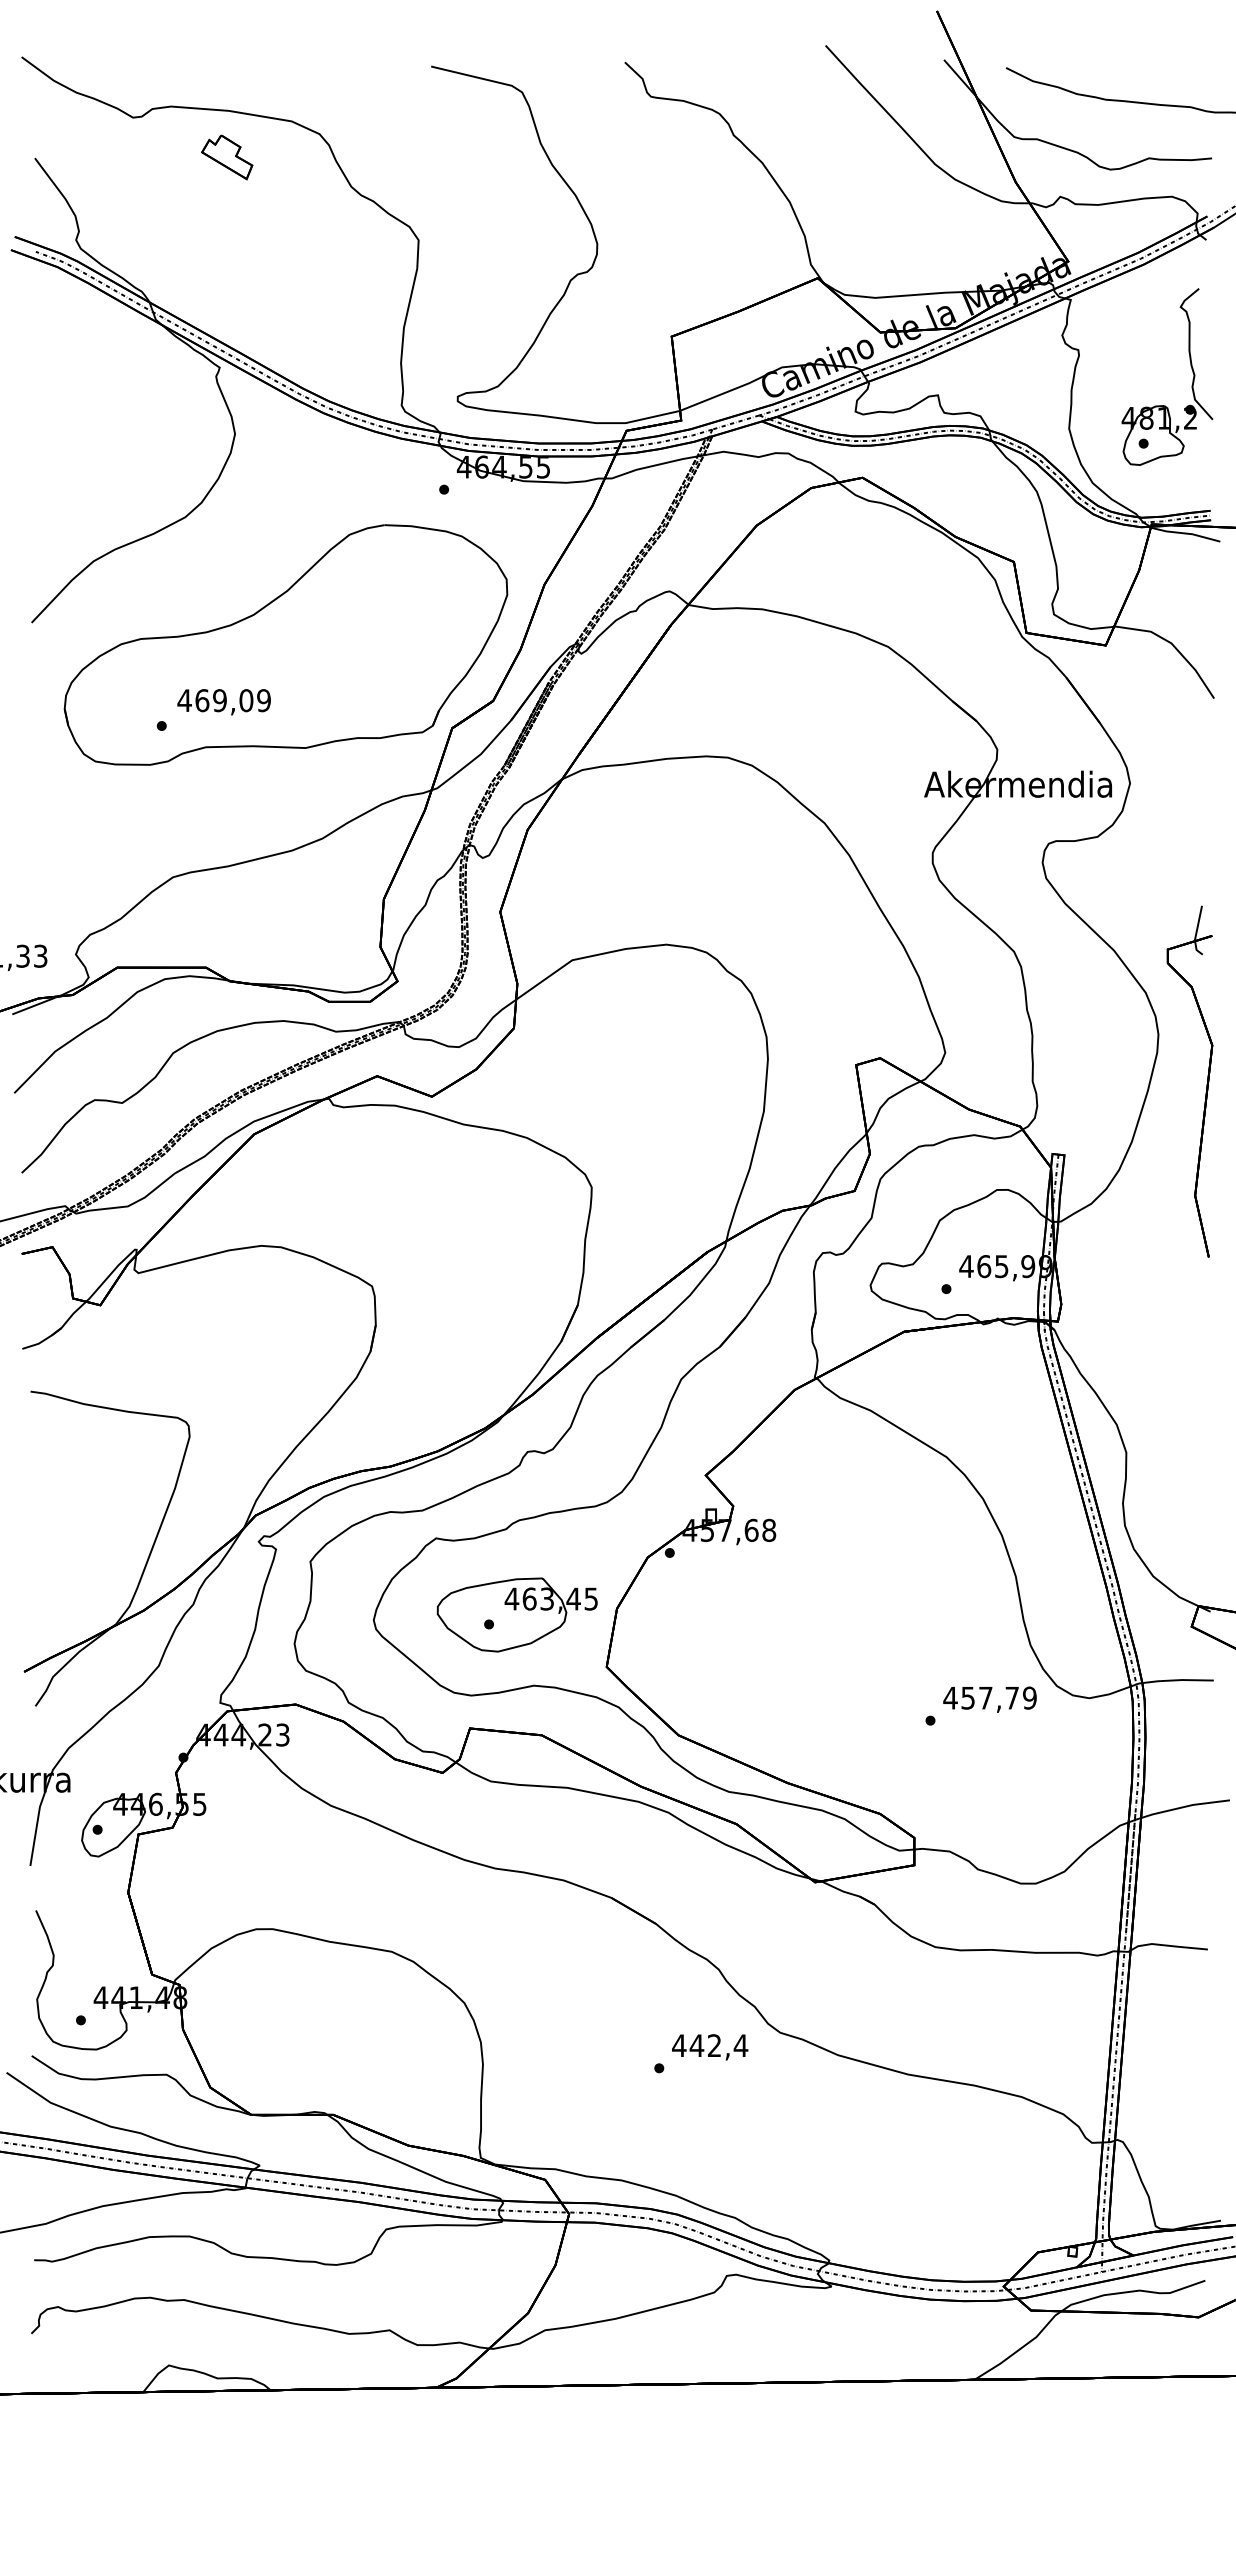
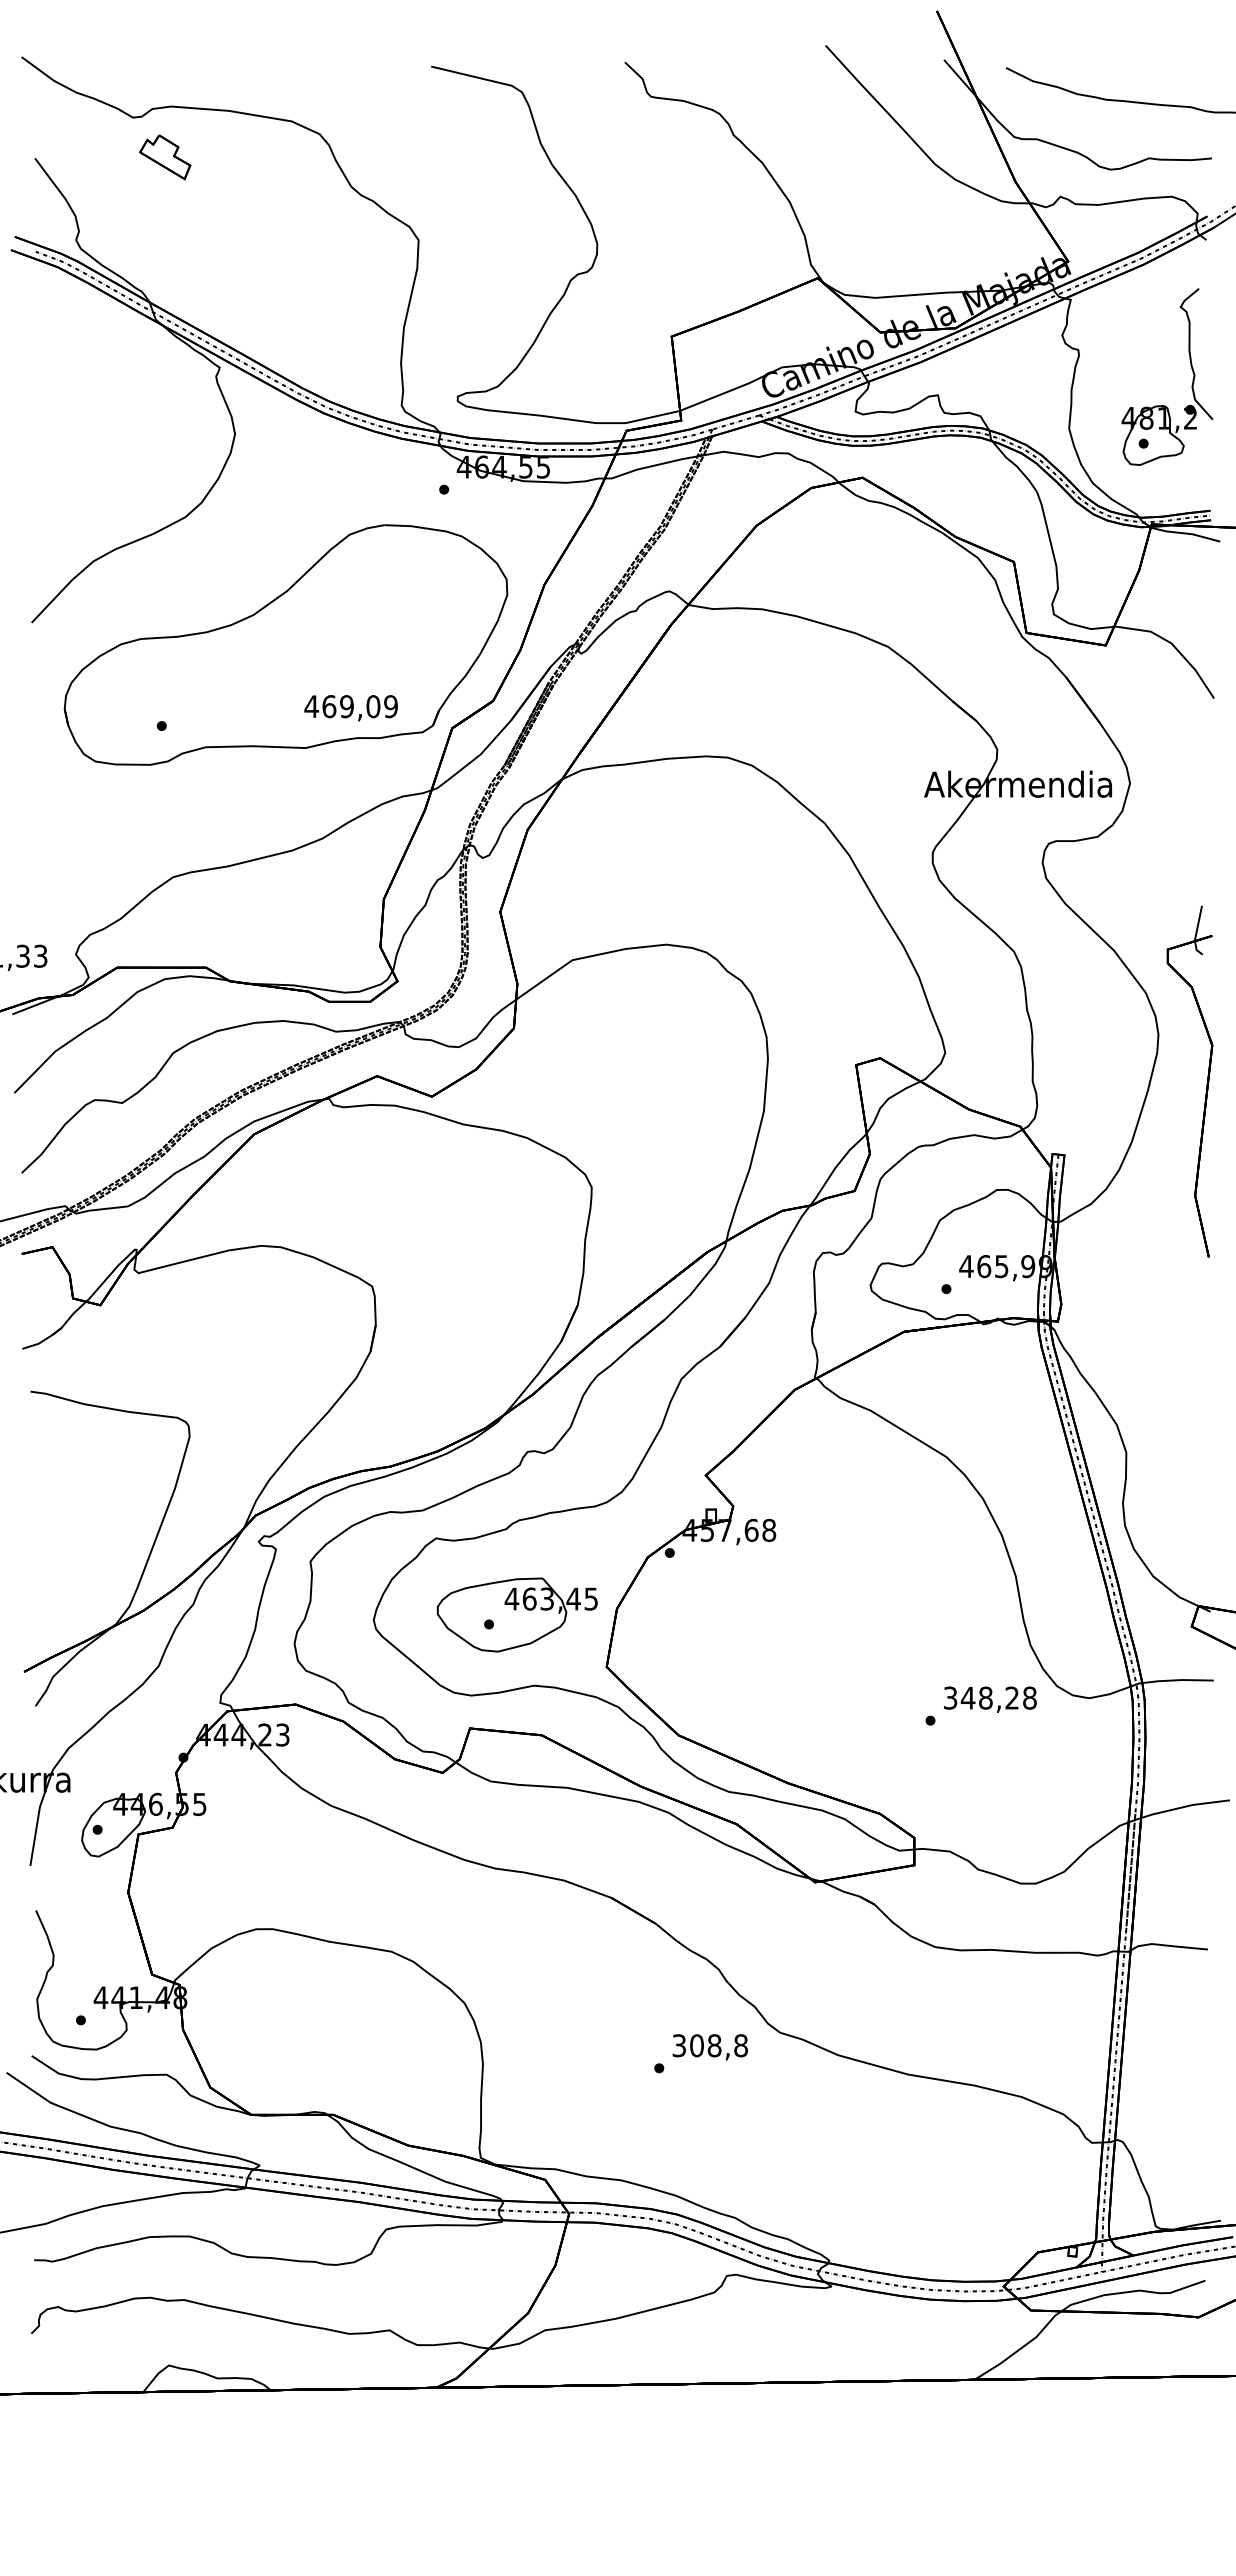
part at (227, 157) position: (227, 157) -> (165, 157)
text at (223, 702) position: (223, 702) -> (350, 708)
text at (989, 1697): 457,79 -> 348,28
text at (710, 2045): 442,4 -> 308,8
